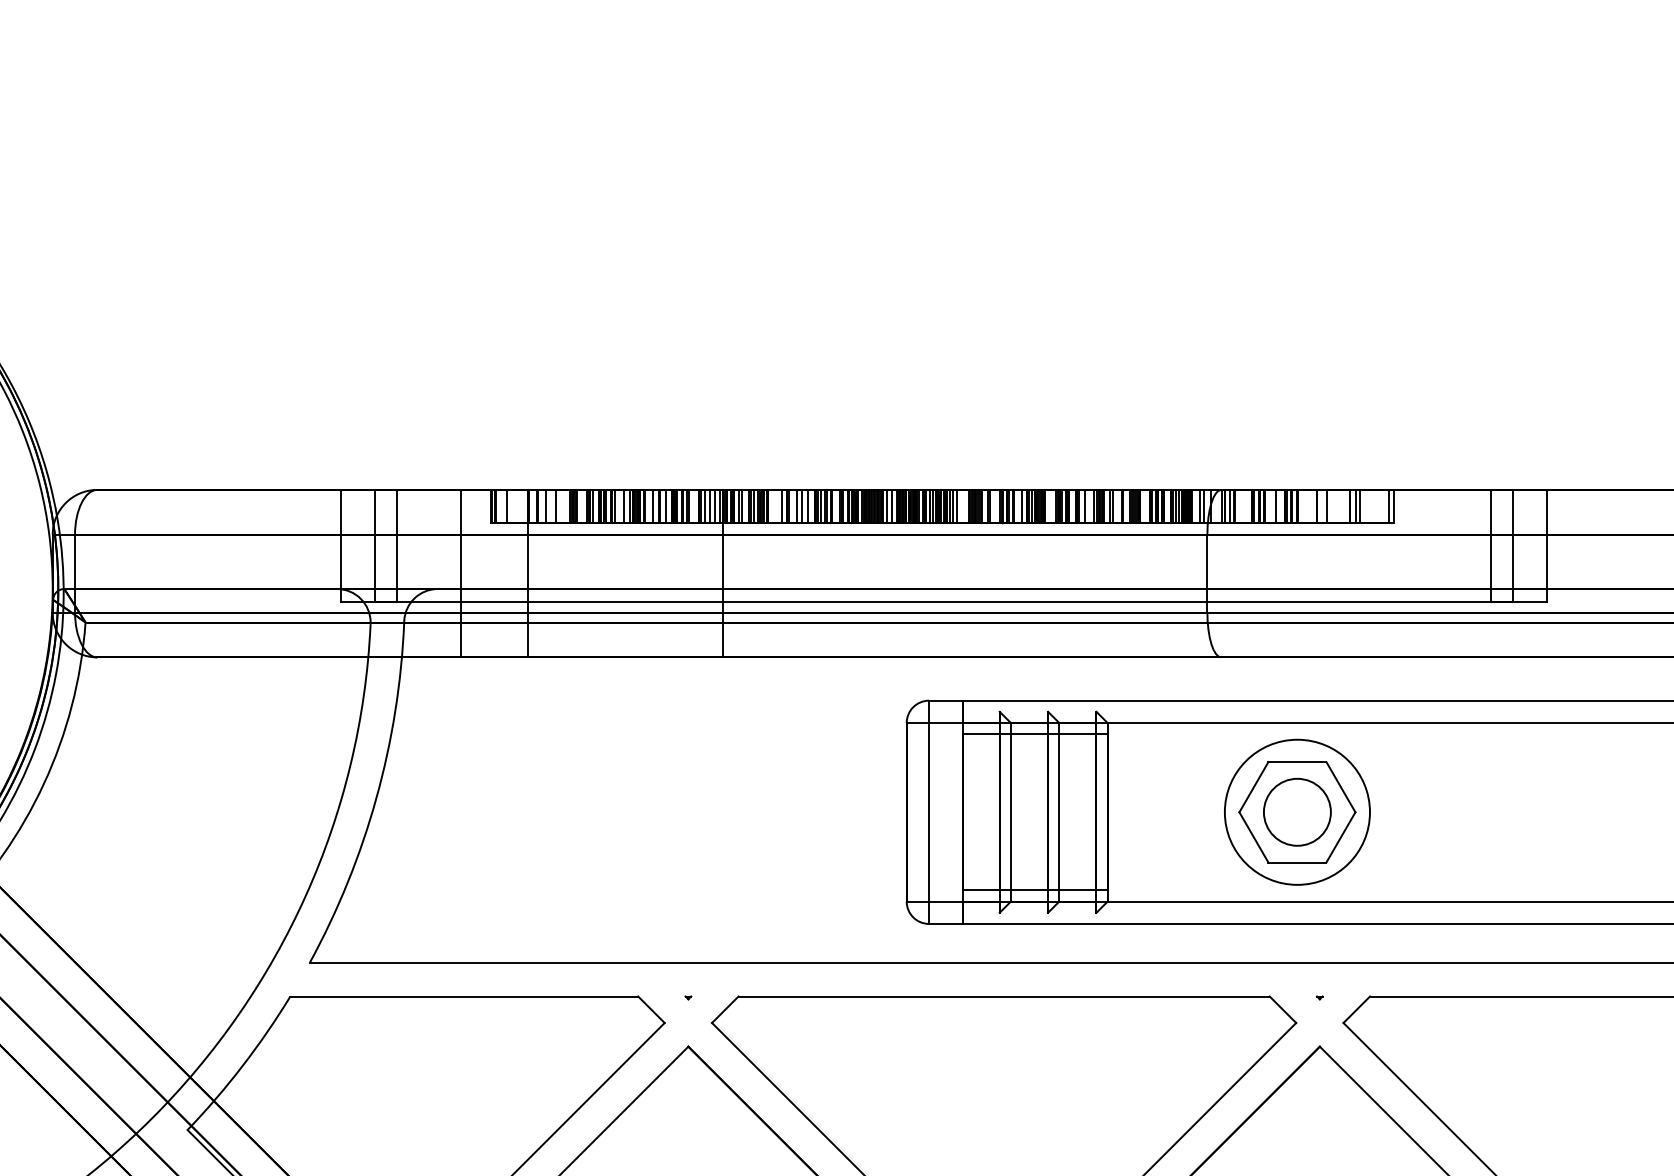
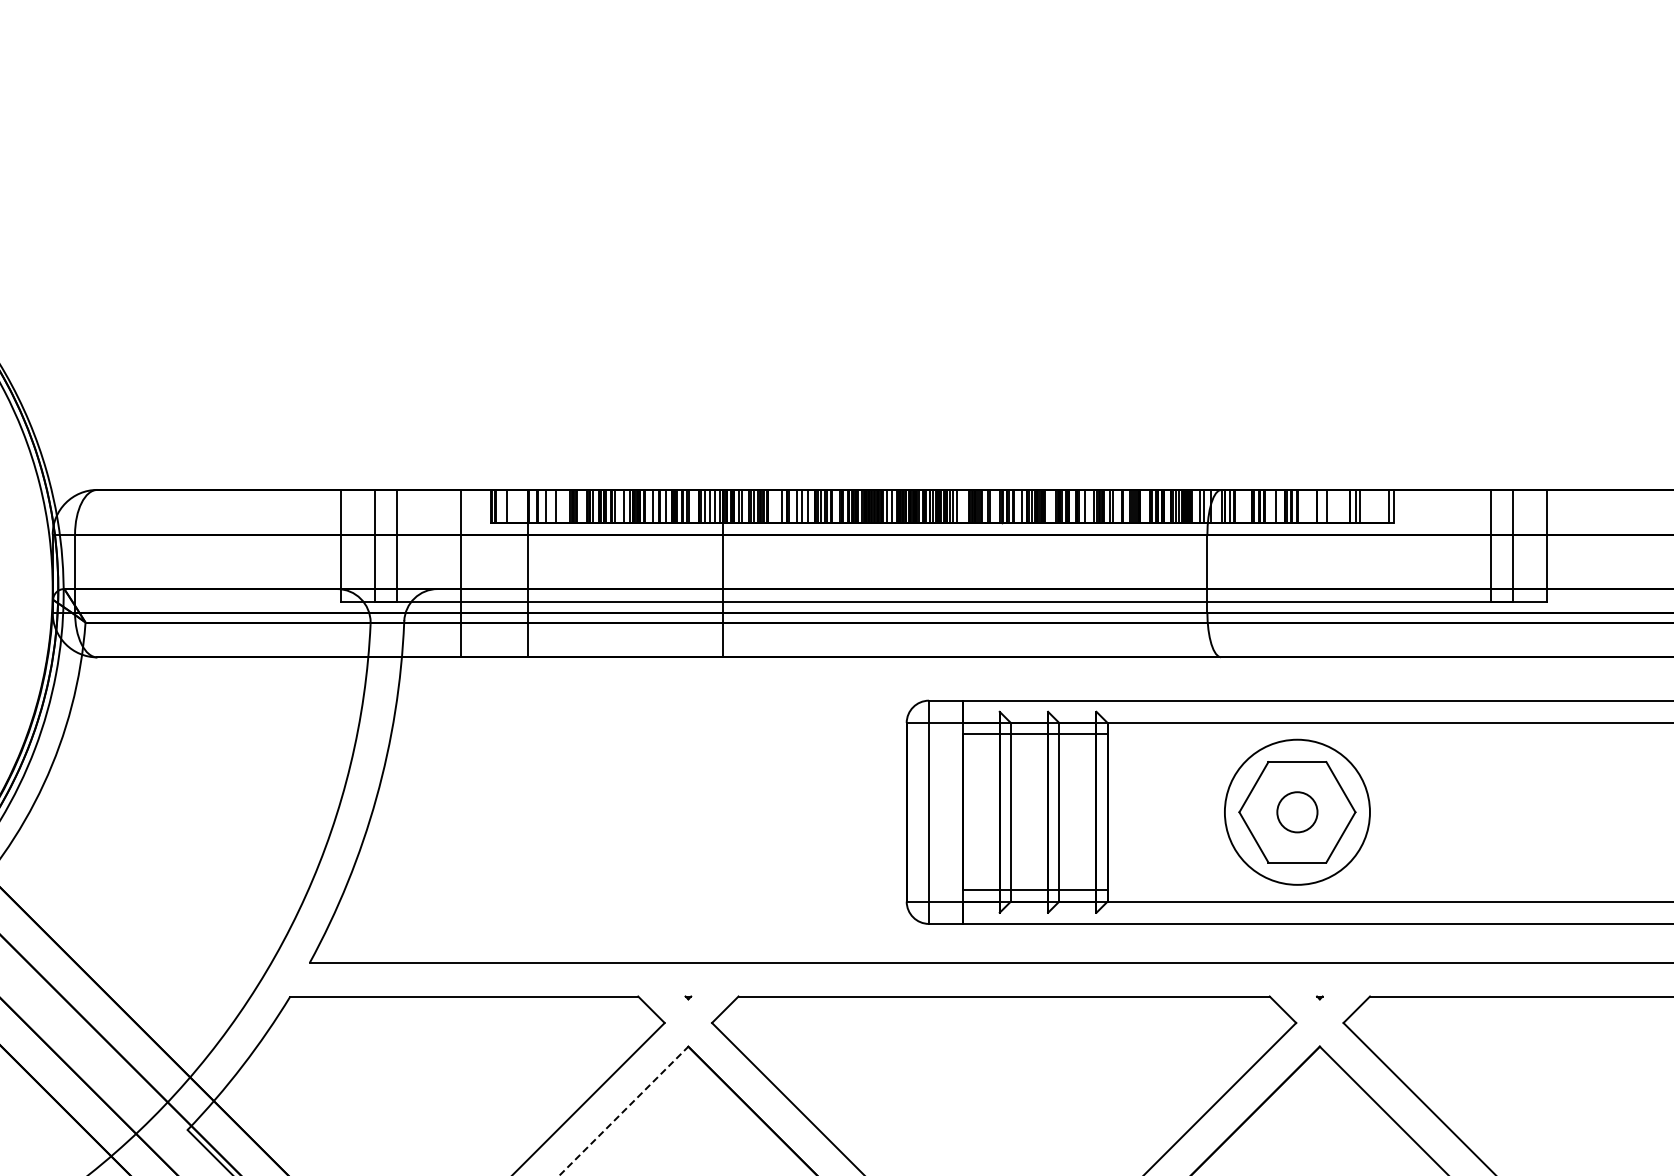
circle at (1296, 811) diameter: 67 px -> 40 px
line at (624, 1110): solid -> dashed
